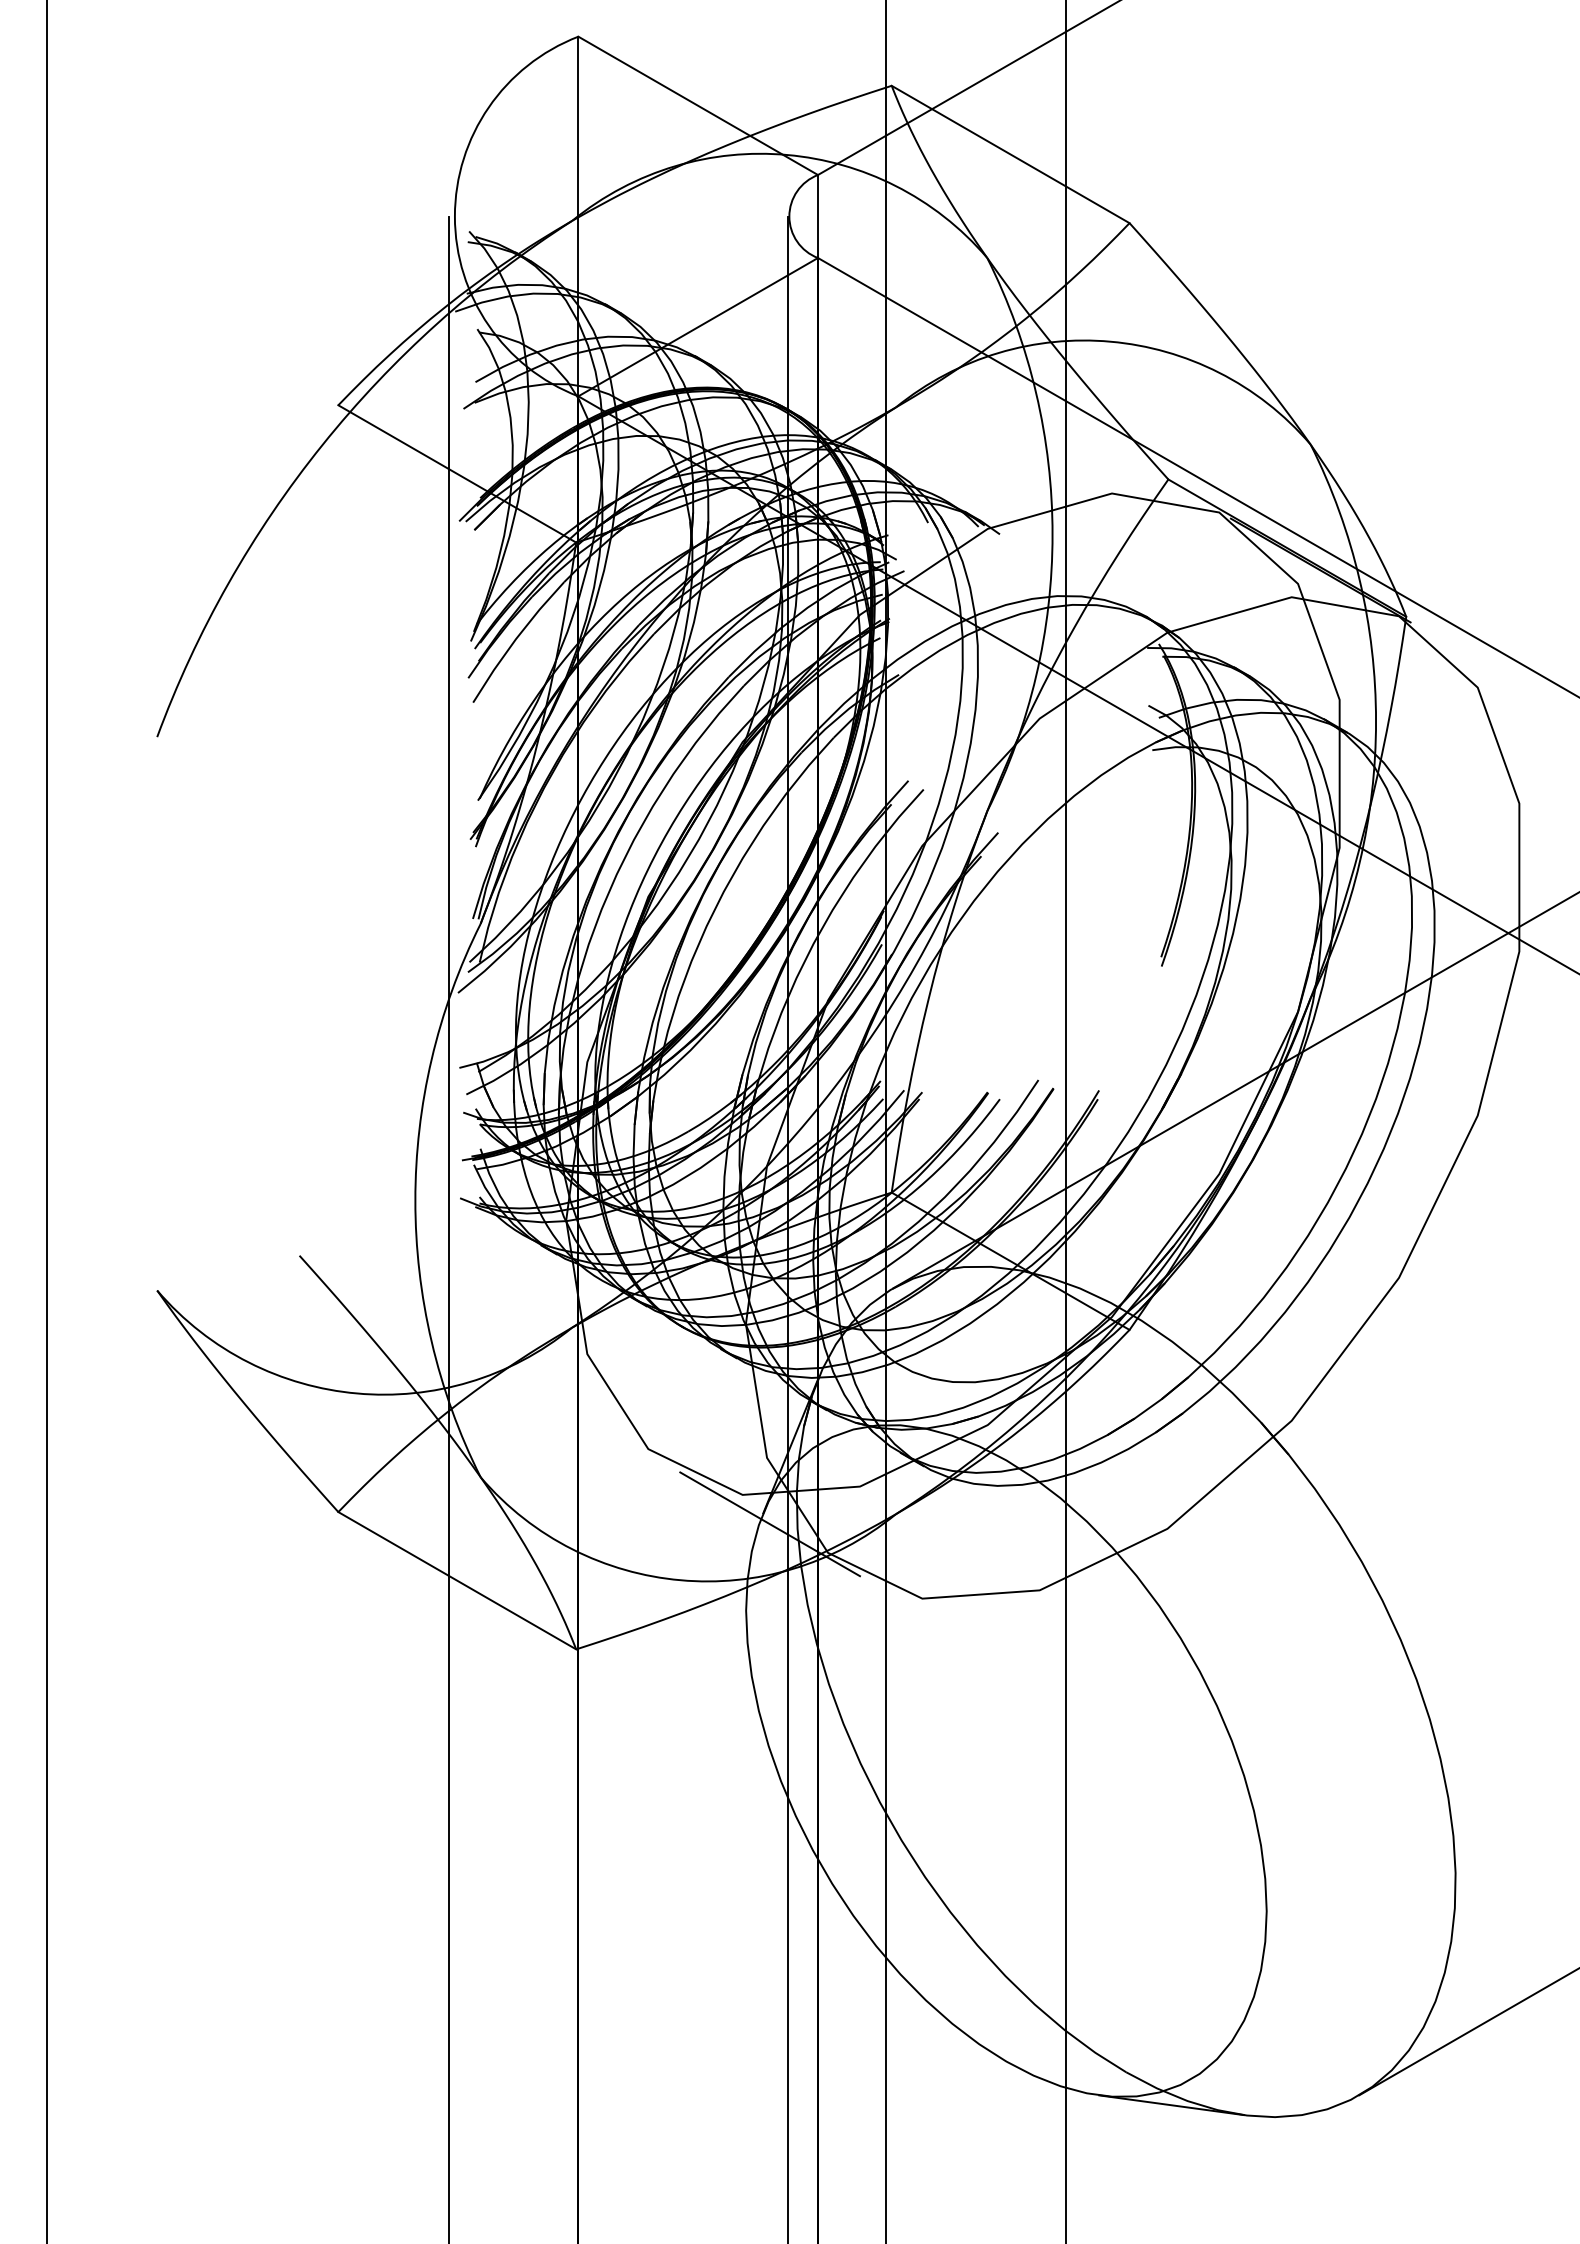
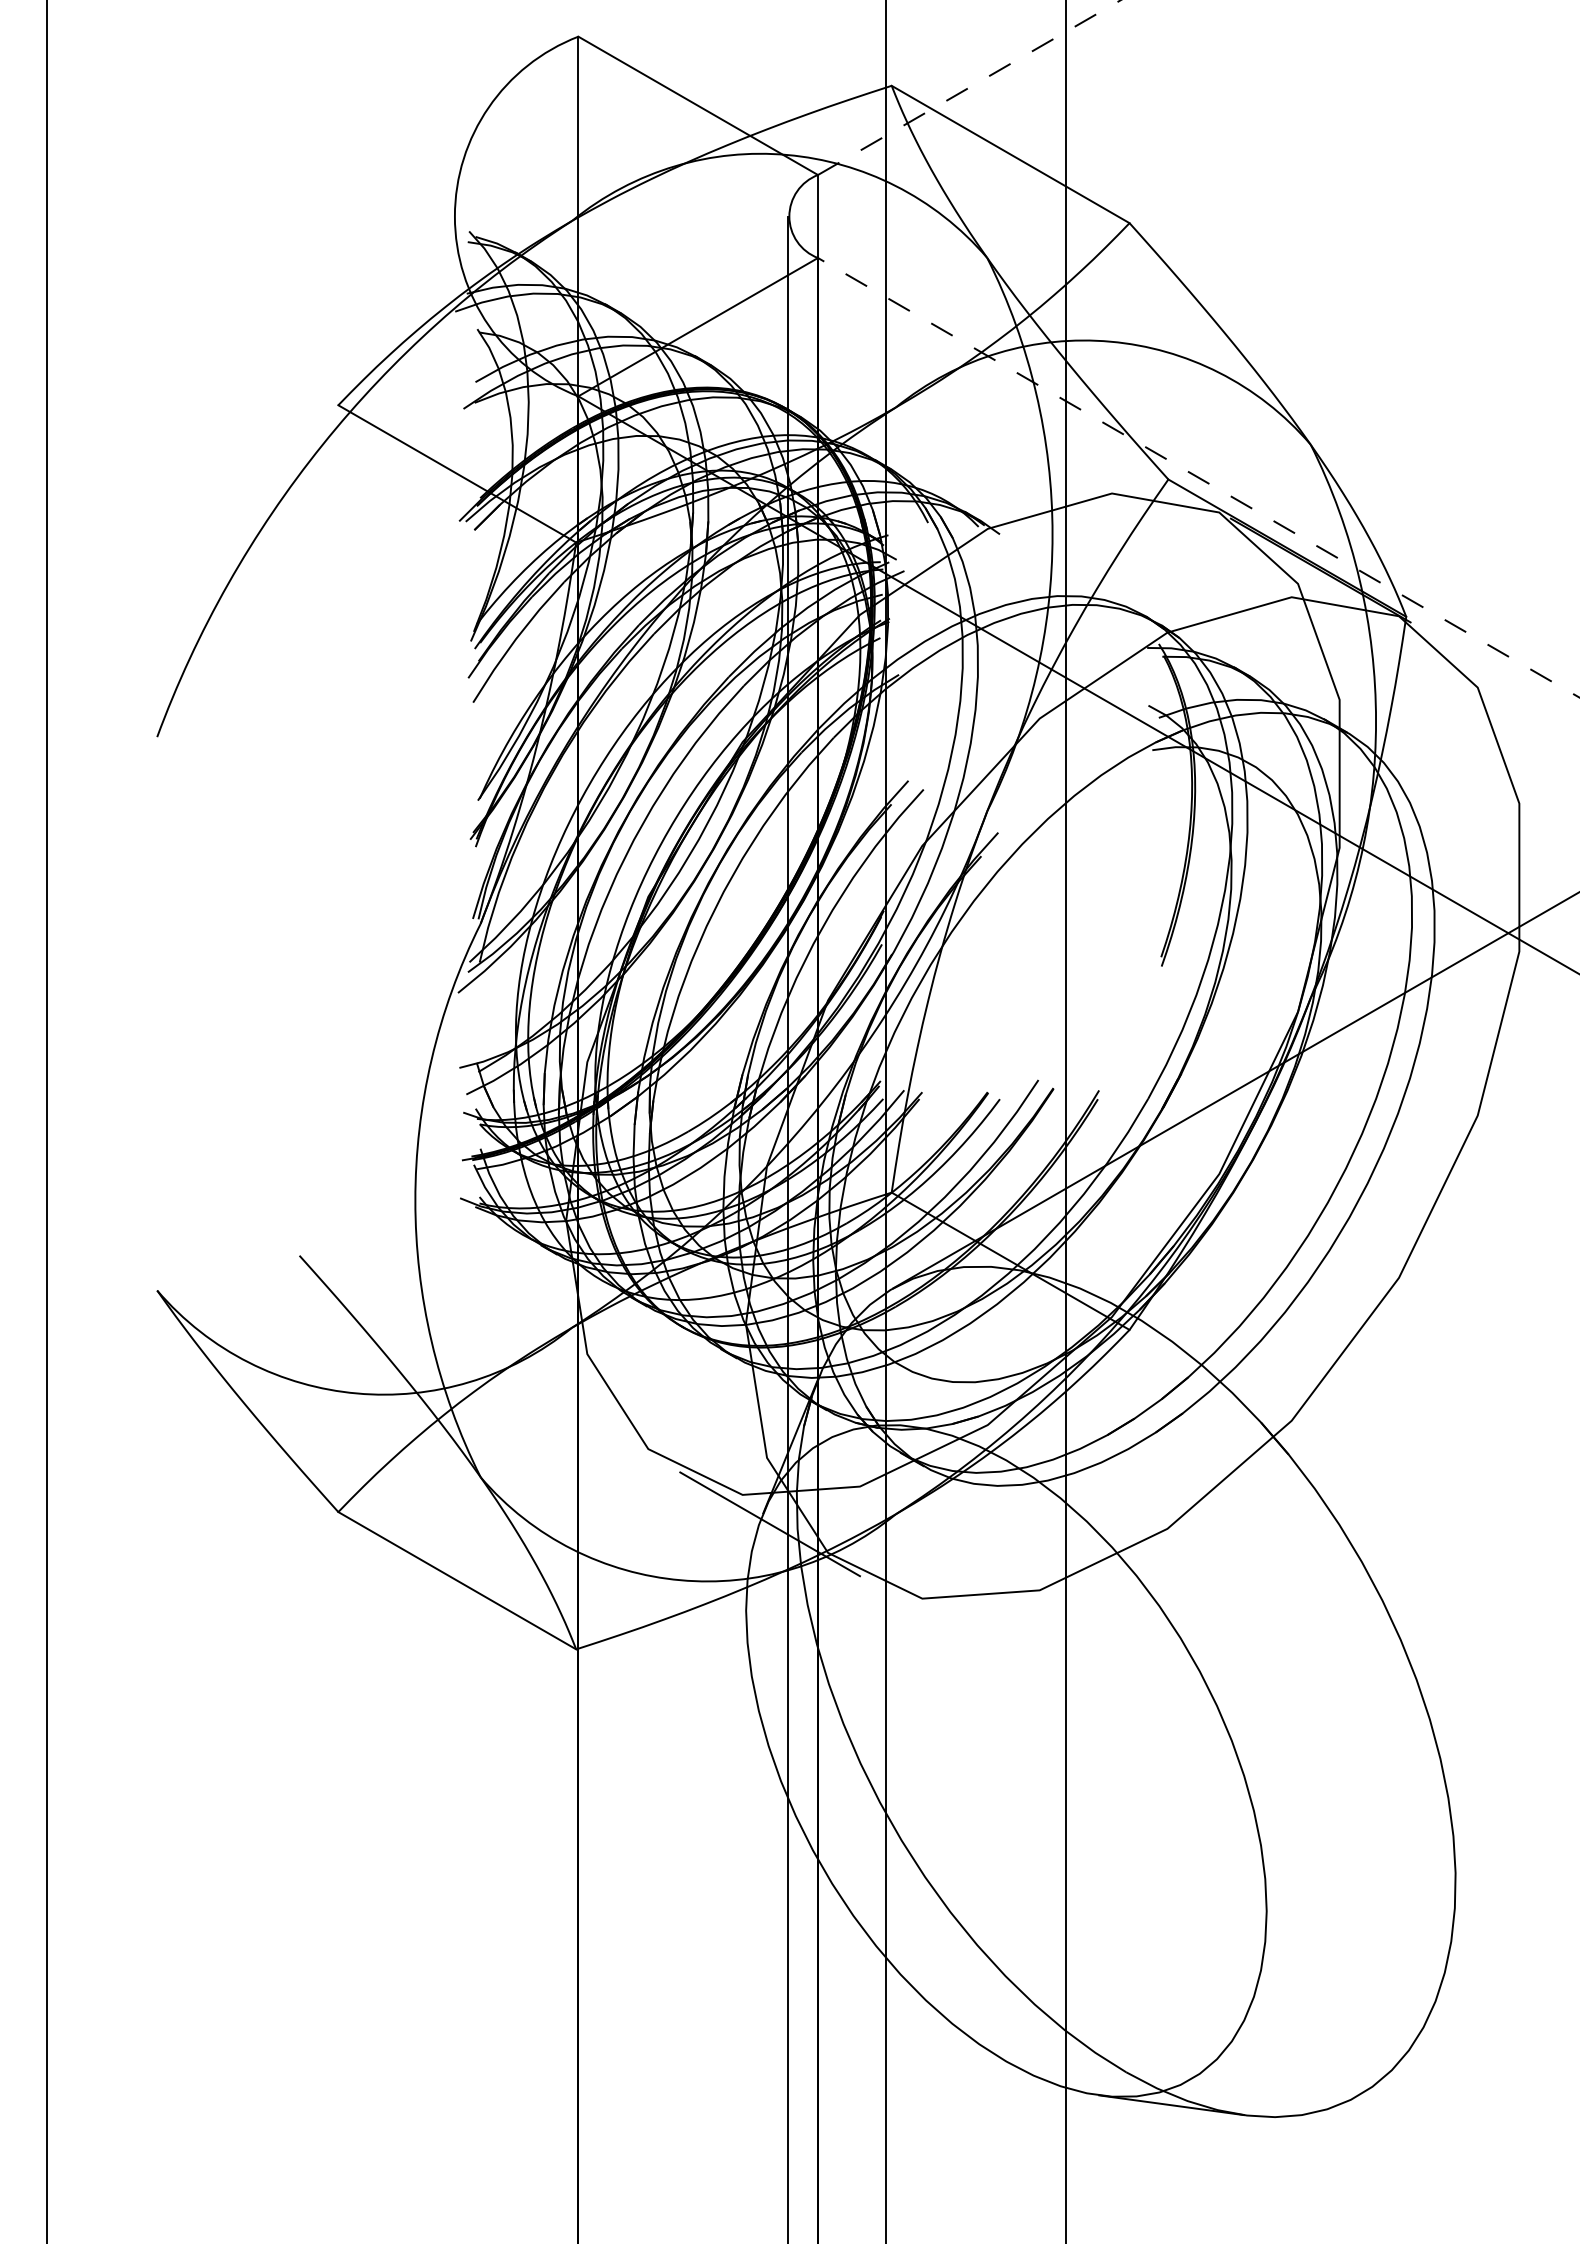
line at (969, 87): solid -> dashed
line at (1198, 477): solid -> dashed
line at (449, 1228): present -> none
line at (1467, 2032): present -> none
